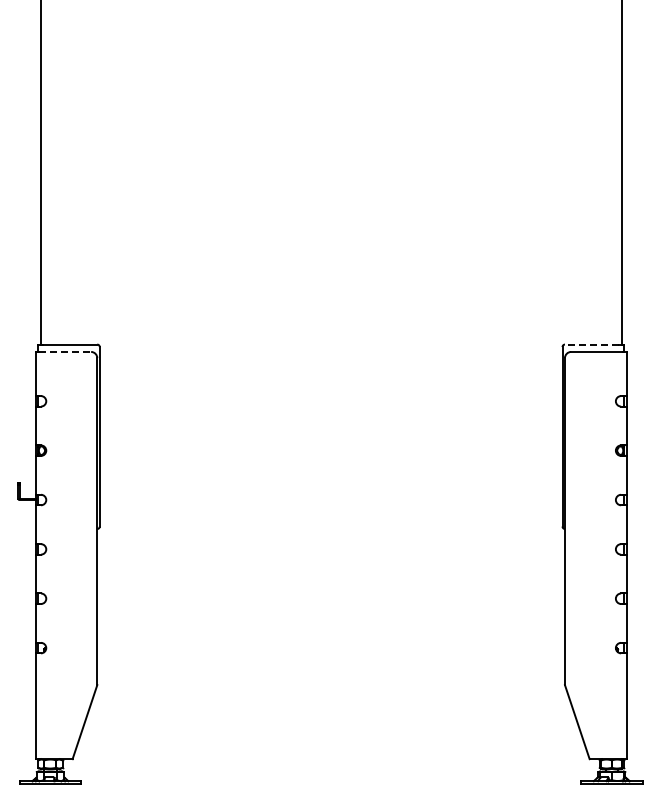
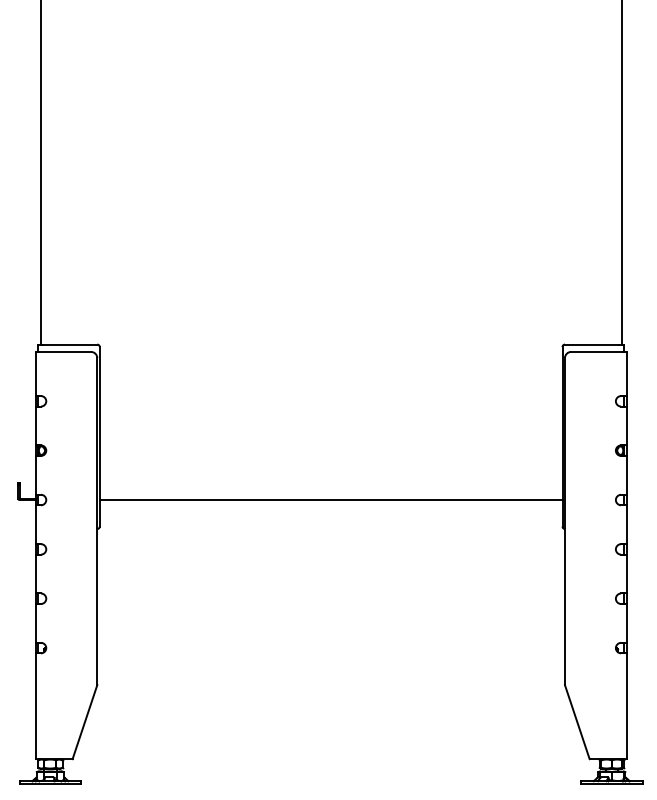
line at (591, 344): dashed -> solid
line at (65, 351): dashed -> solid
line at (330, 500): none -> present
